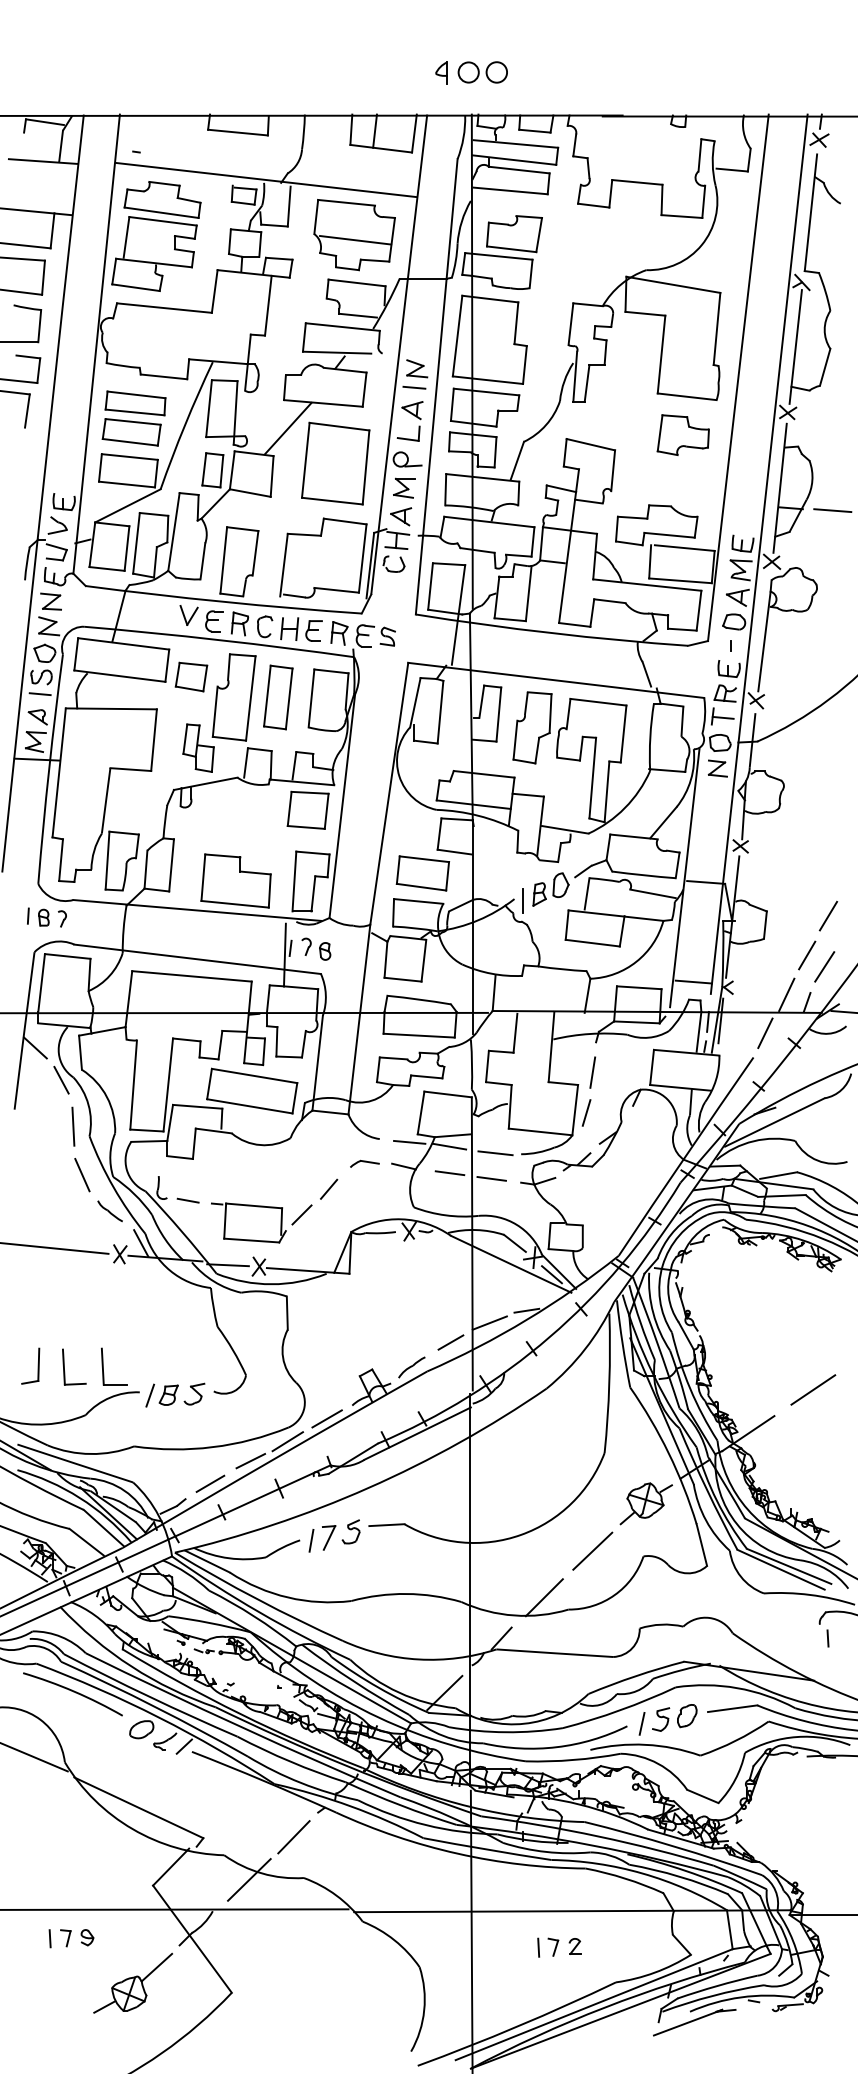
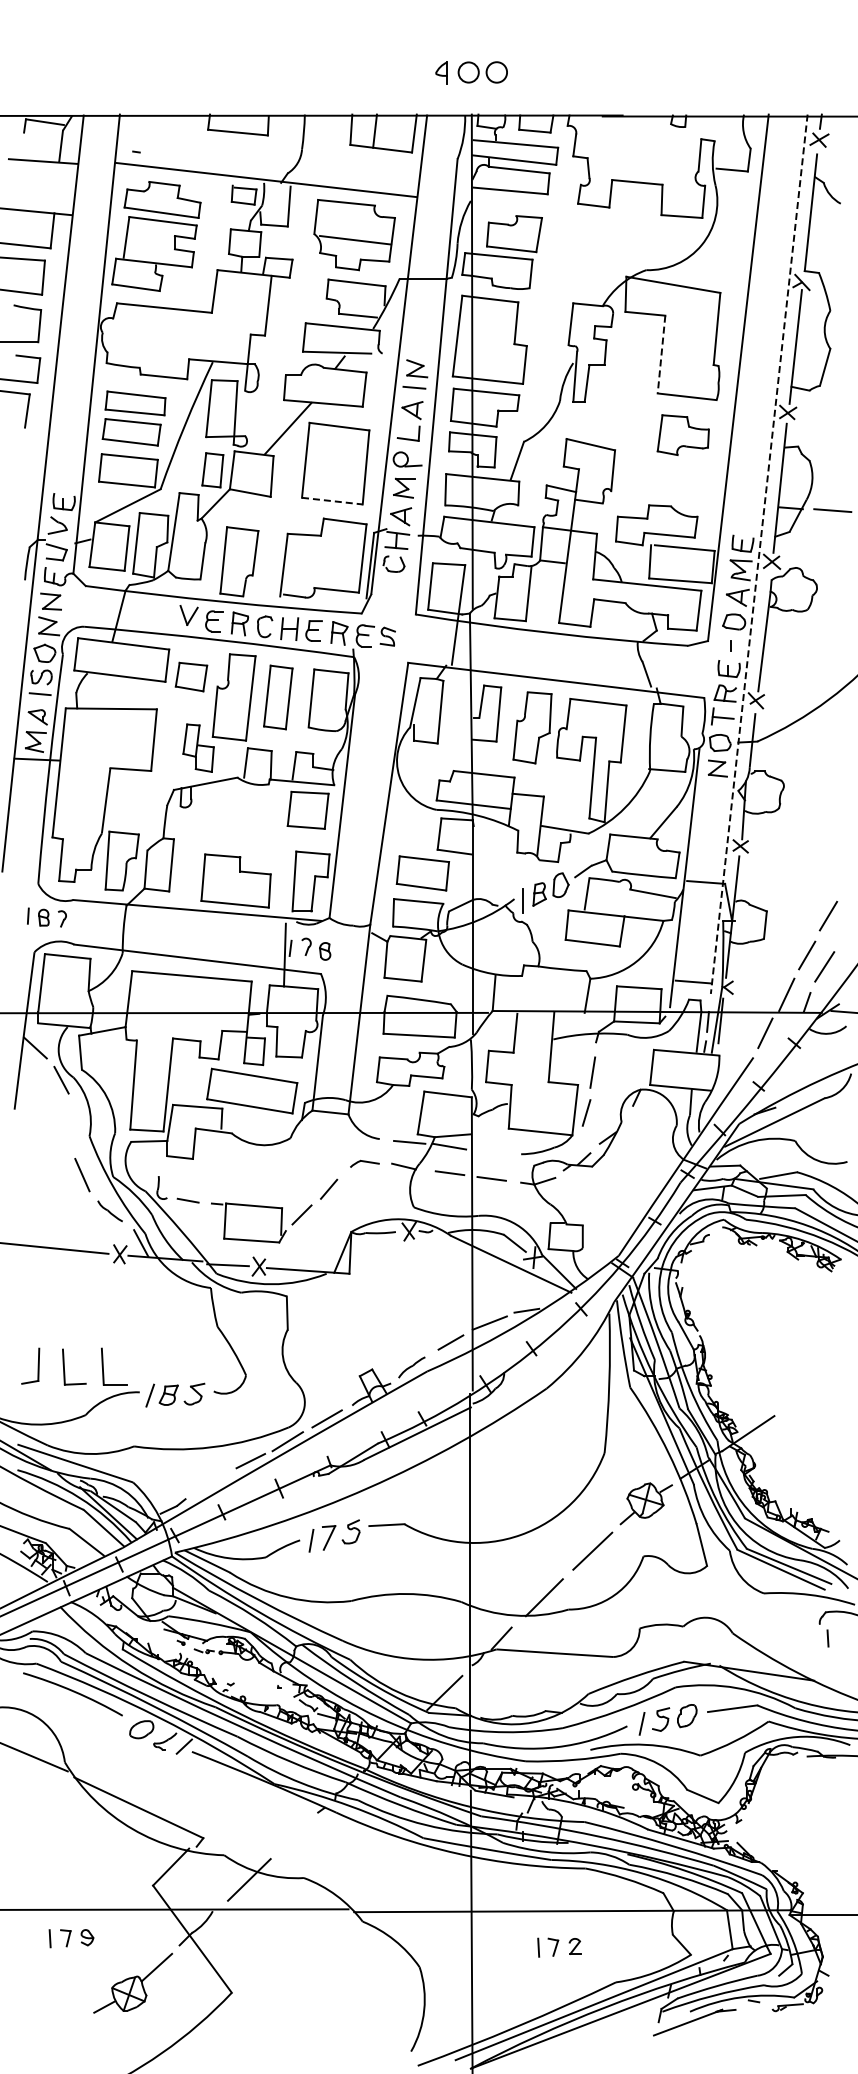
line at (661, 355): solid -> dashed
line at (332, 501): solid -> dashed
line at (759, 554): solid -> dashed
line at (73, 1126): present -> none
line at (495, 1153): present -> none
line at (551, 1274): present -> none
line at (813, 1389): present -> none
line at (210, 1483): present -> none
line at (293, 1837): present -> none
